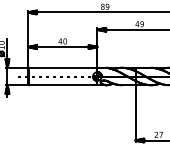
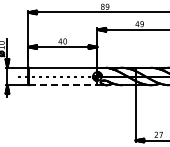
line at (63, 85): solid -> dashed
